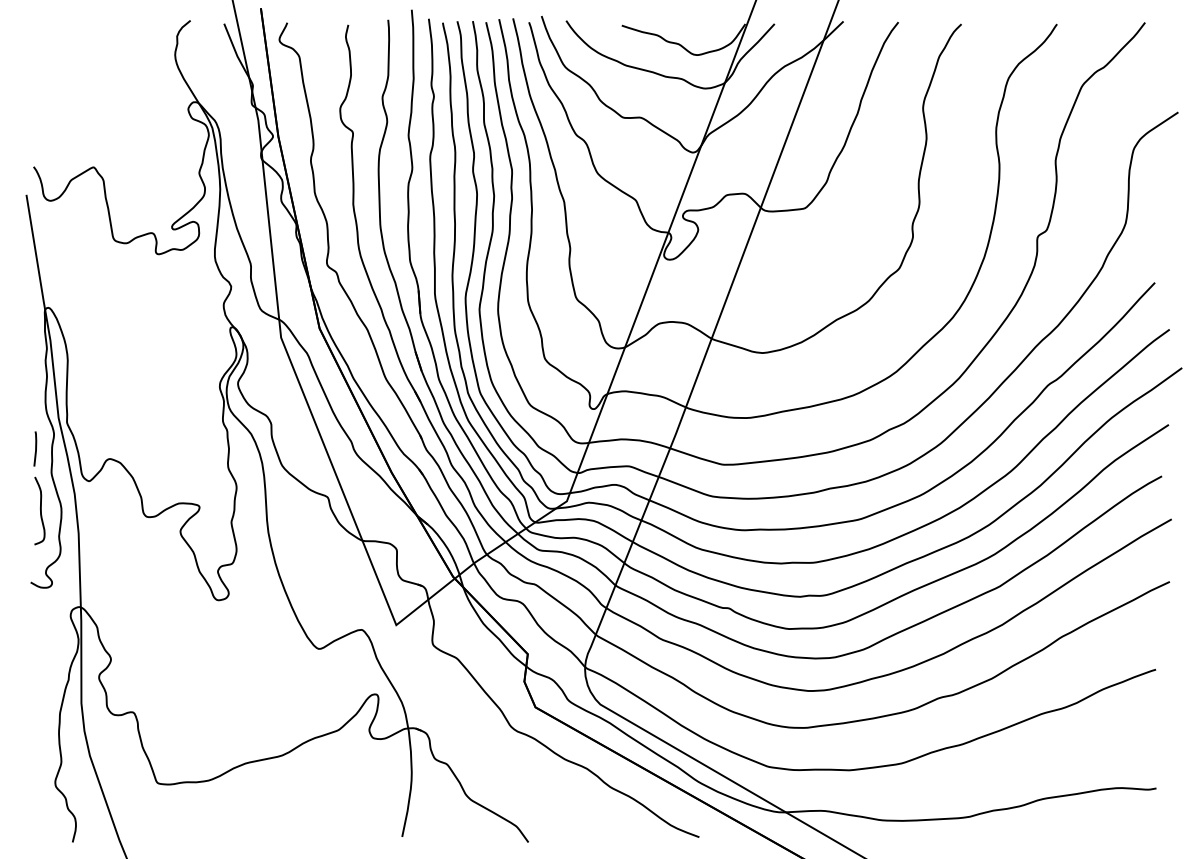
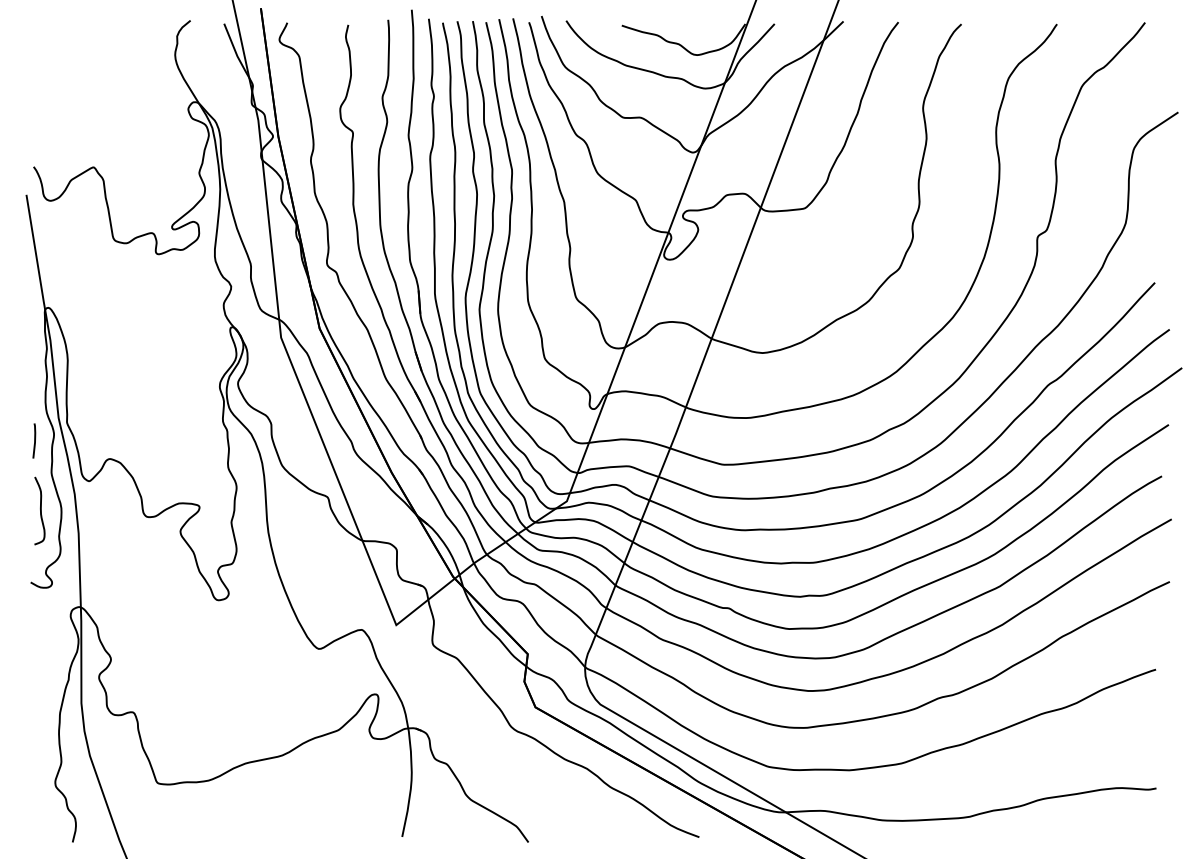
line at (35, 448) position: (35, 448) -> (34, 440)
